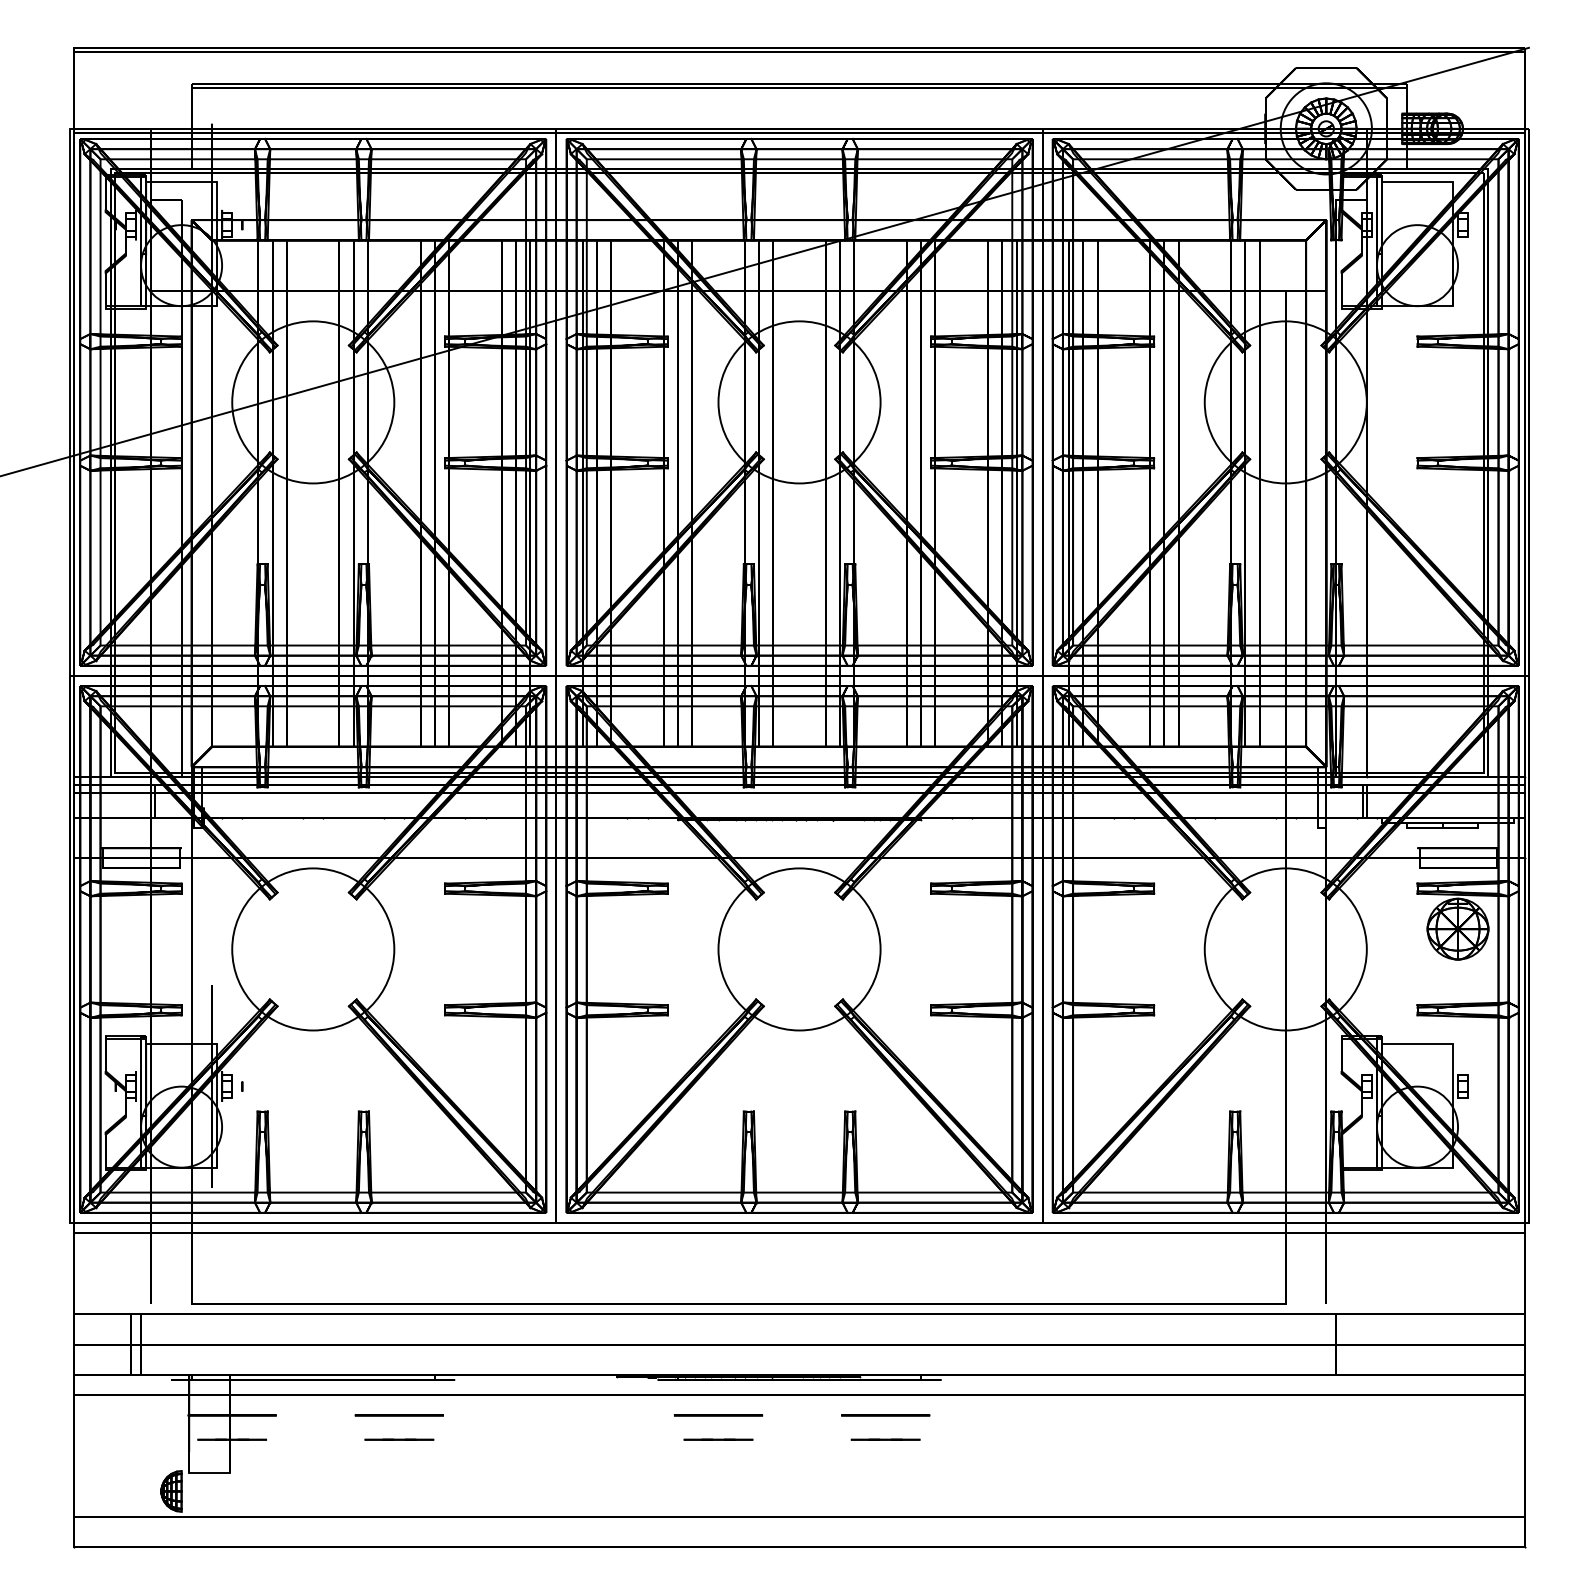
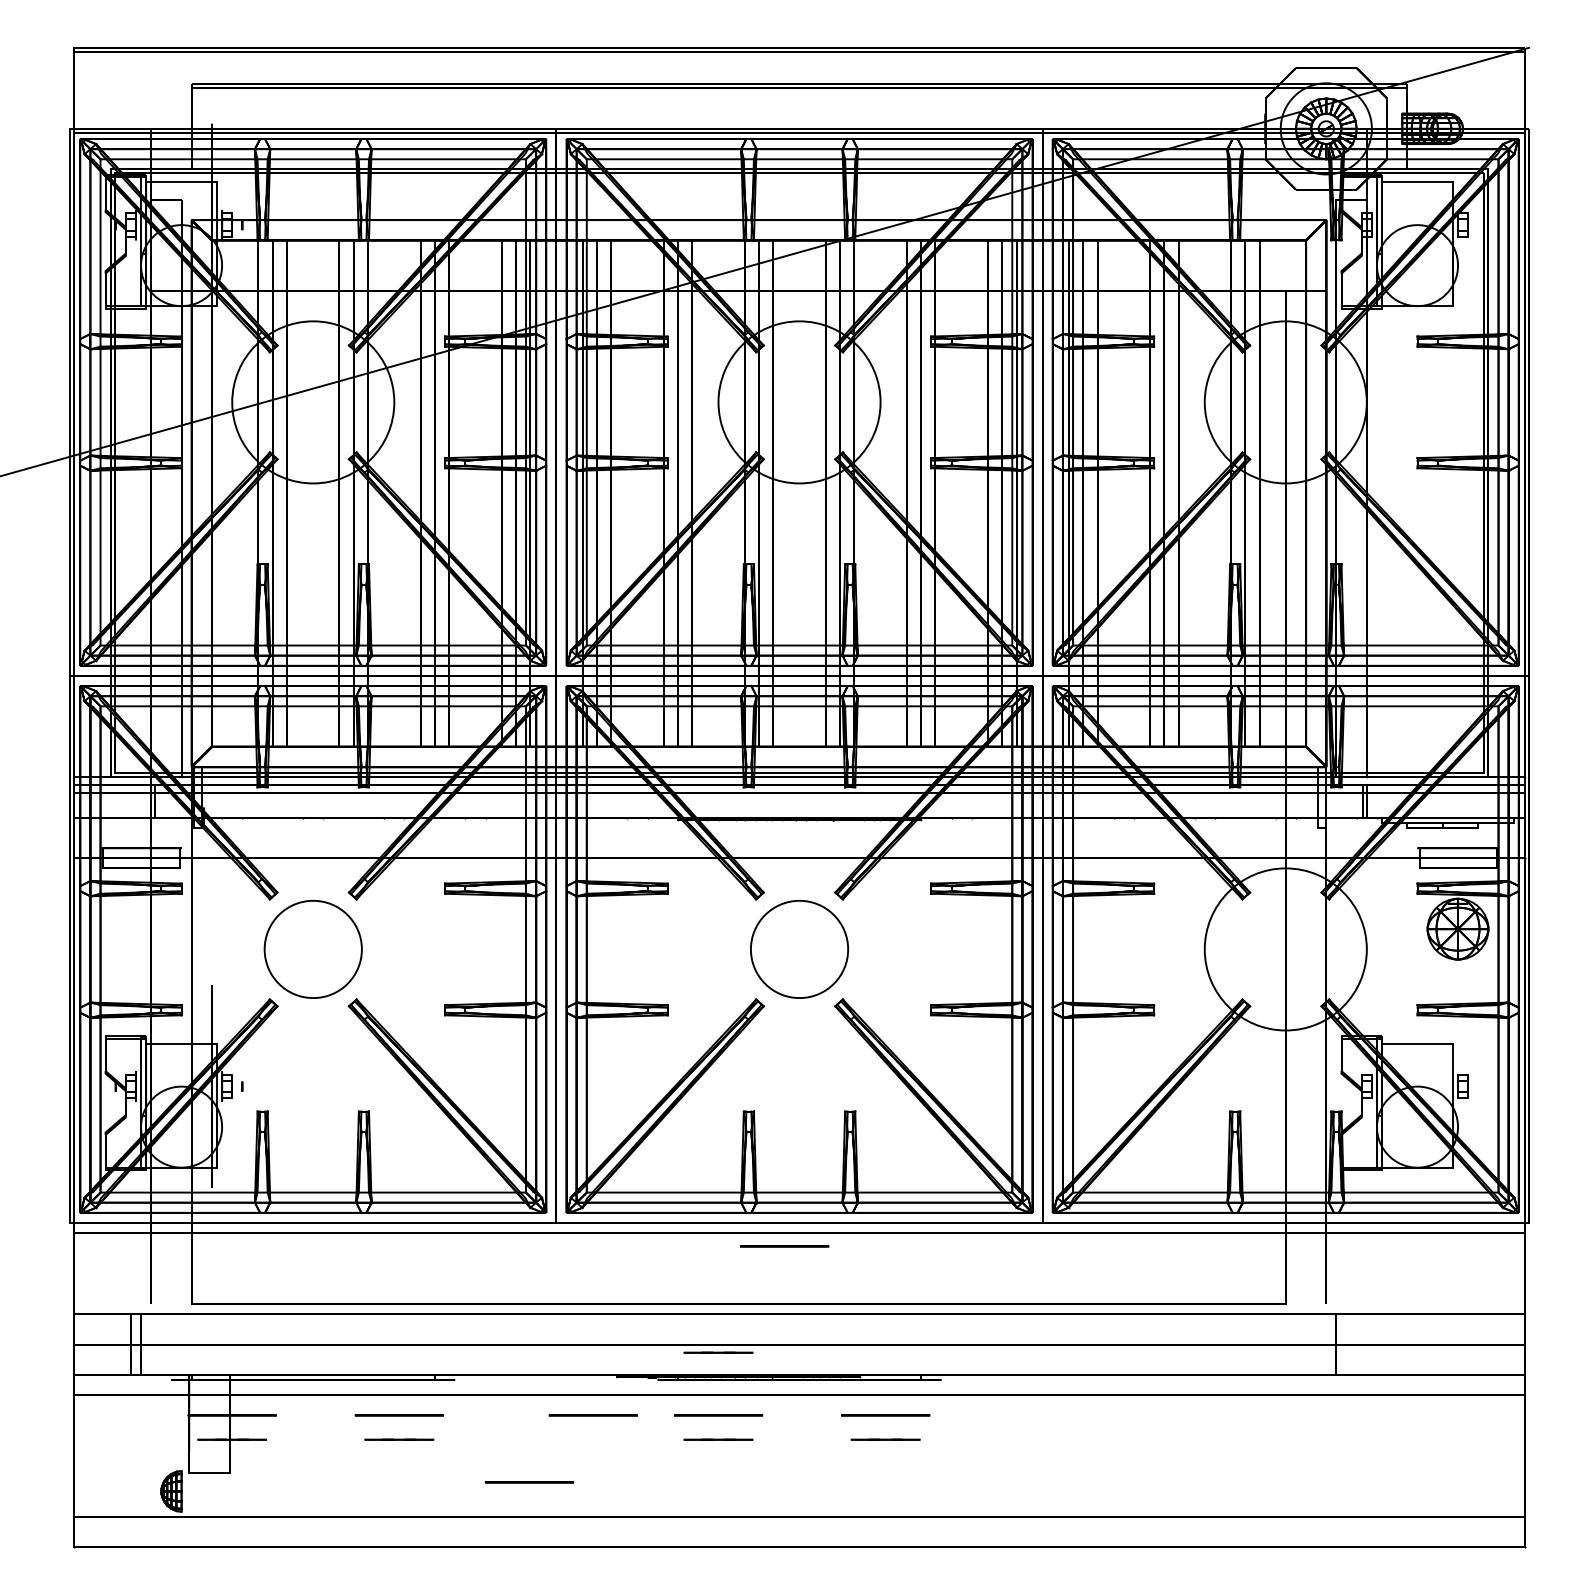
circle at (313, 949) diameter: 162 px -> 97 px
circle at (799, 949) diameter: 162 px -> 97 px
circle at (784, 1246): none -> present
line at (718, 1352): none -> present
circle at (592, 1415): none -> present
circle at (529, 1482): none -> present
